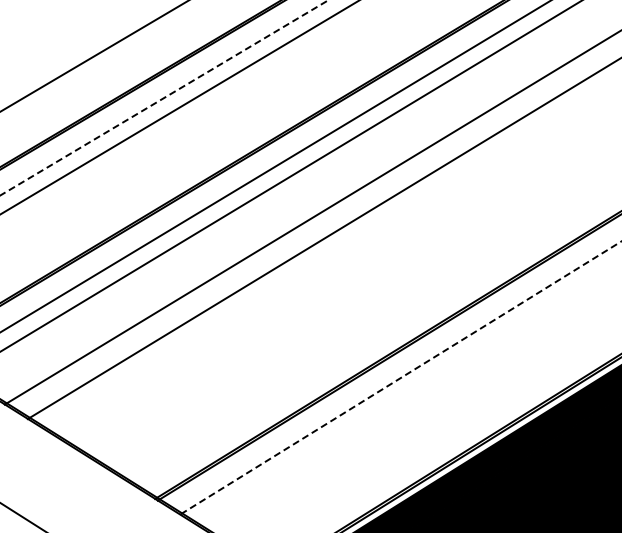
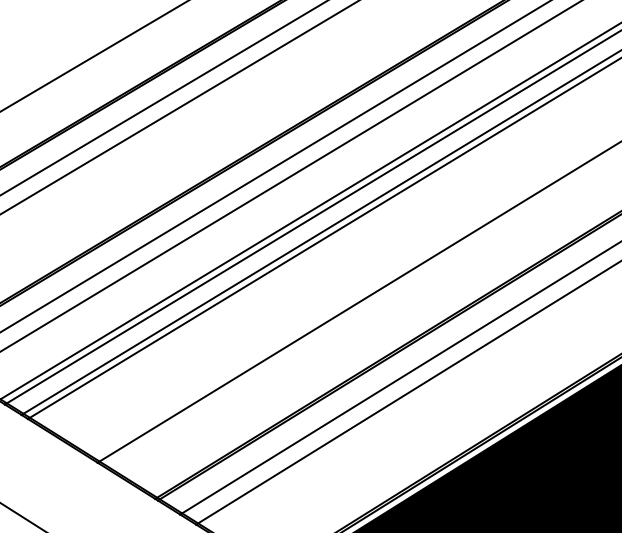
line at (164, 98): dashed -> solid
line at (310, 211): none -> present
line at (319, 233): none -> present
line at (357, 302): none -> present
line at (400, 378): dashed -> solid
line at (407, 393): none -> present
